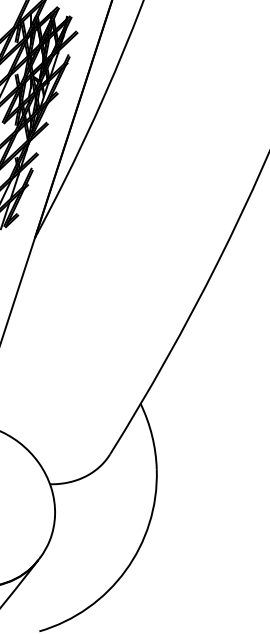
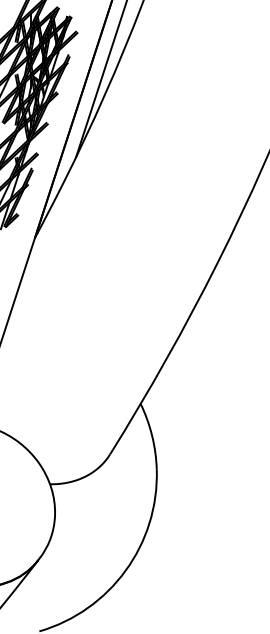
line at (101, 79): none -> present
